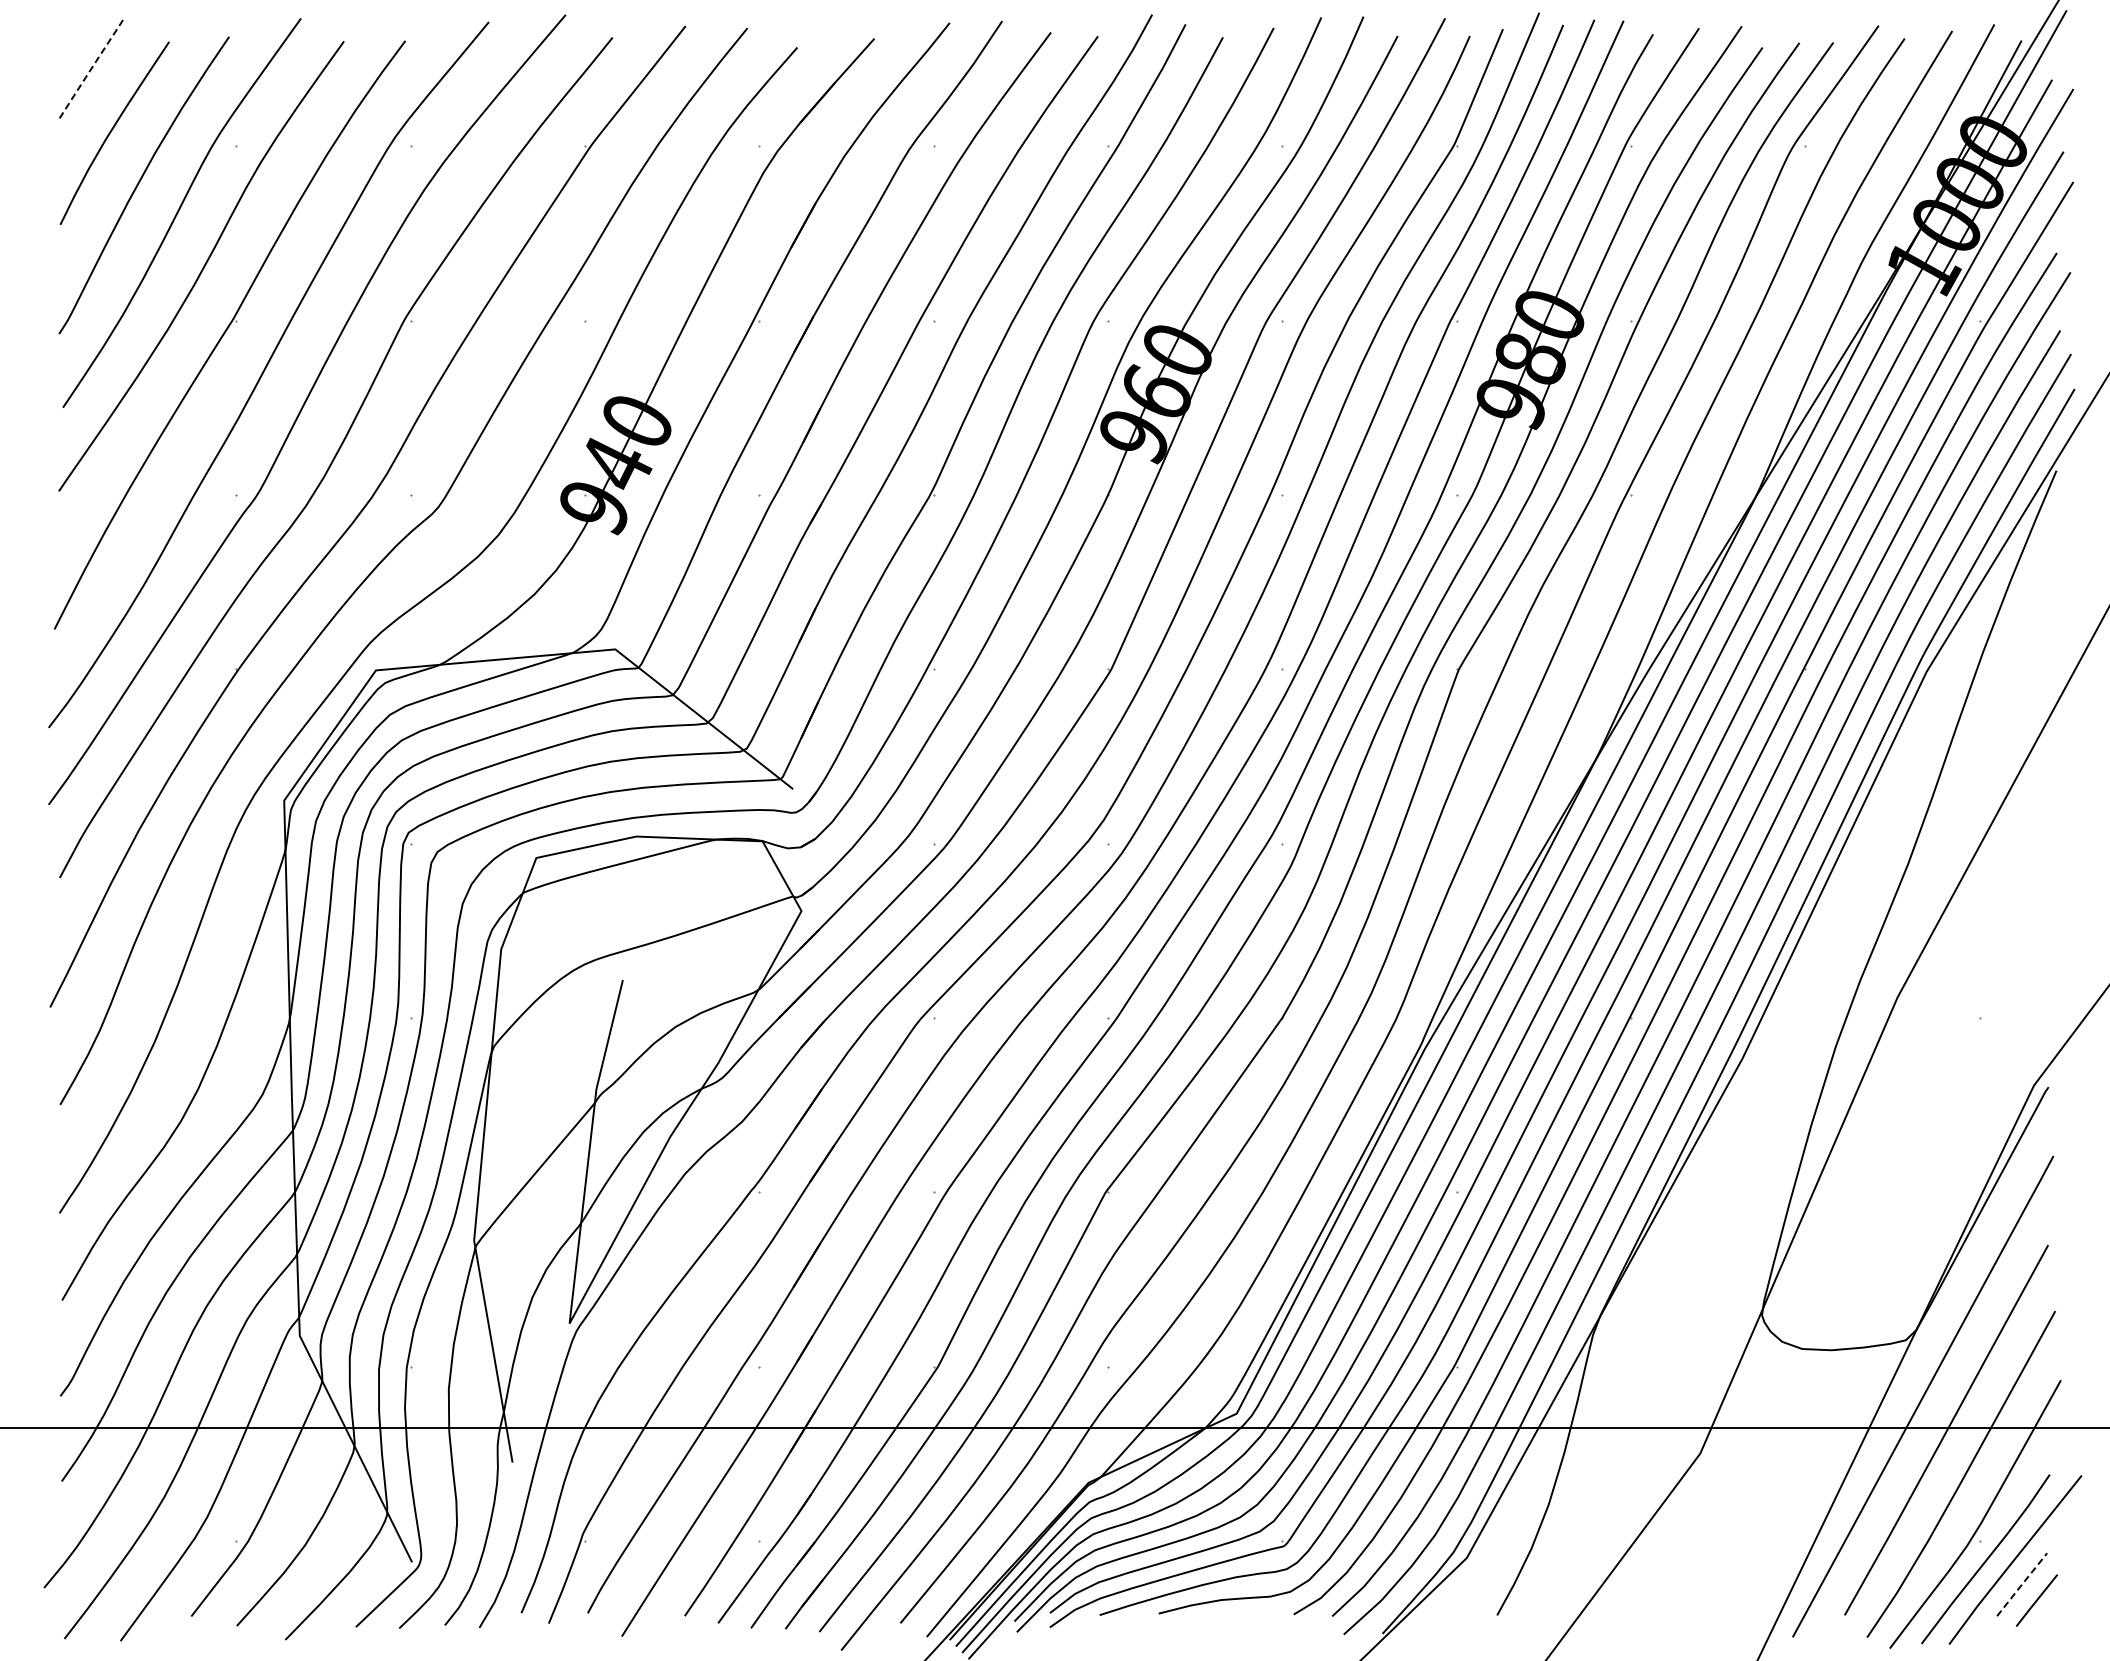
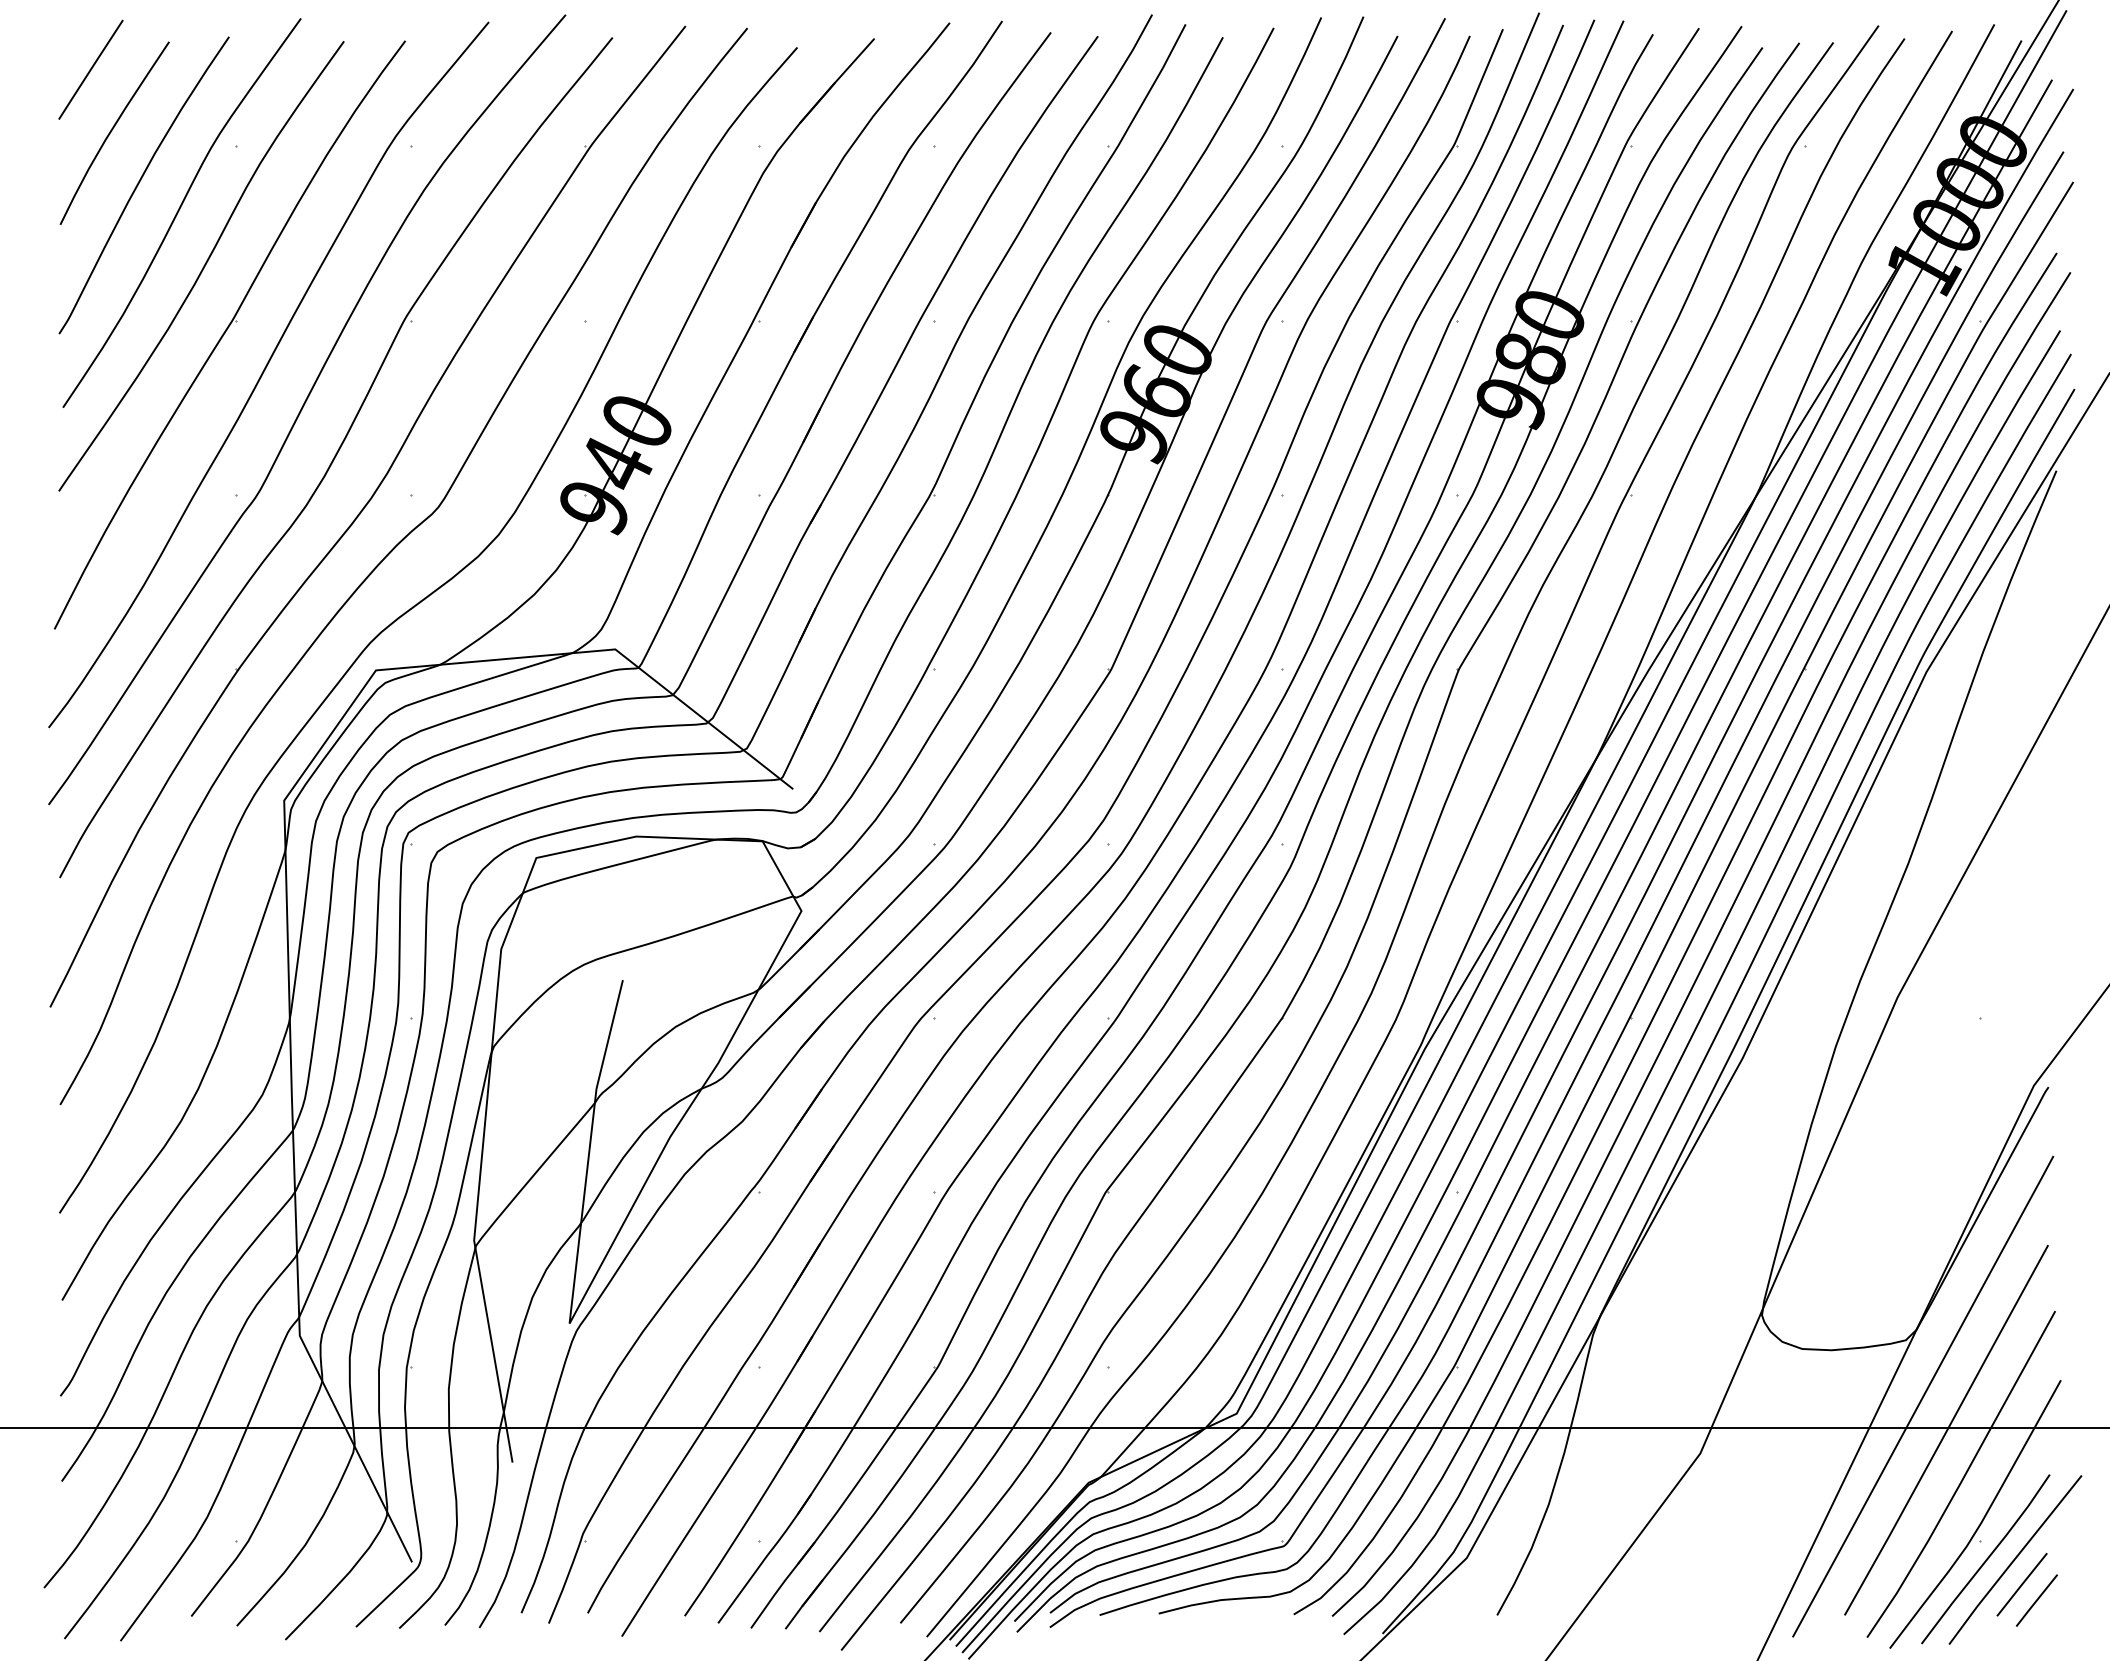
line at (90, 69): dashed -> solid
line at (2021, 1585): dashed -> solid
